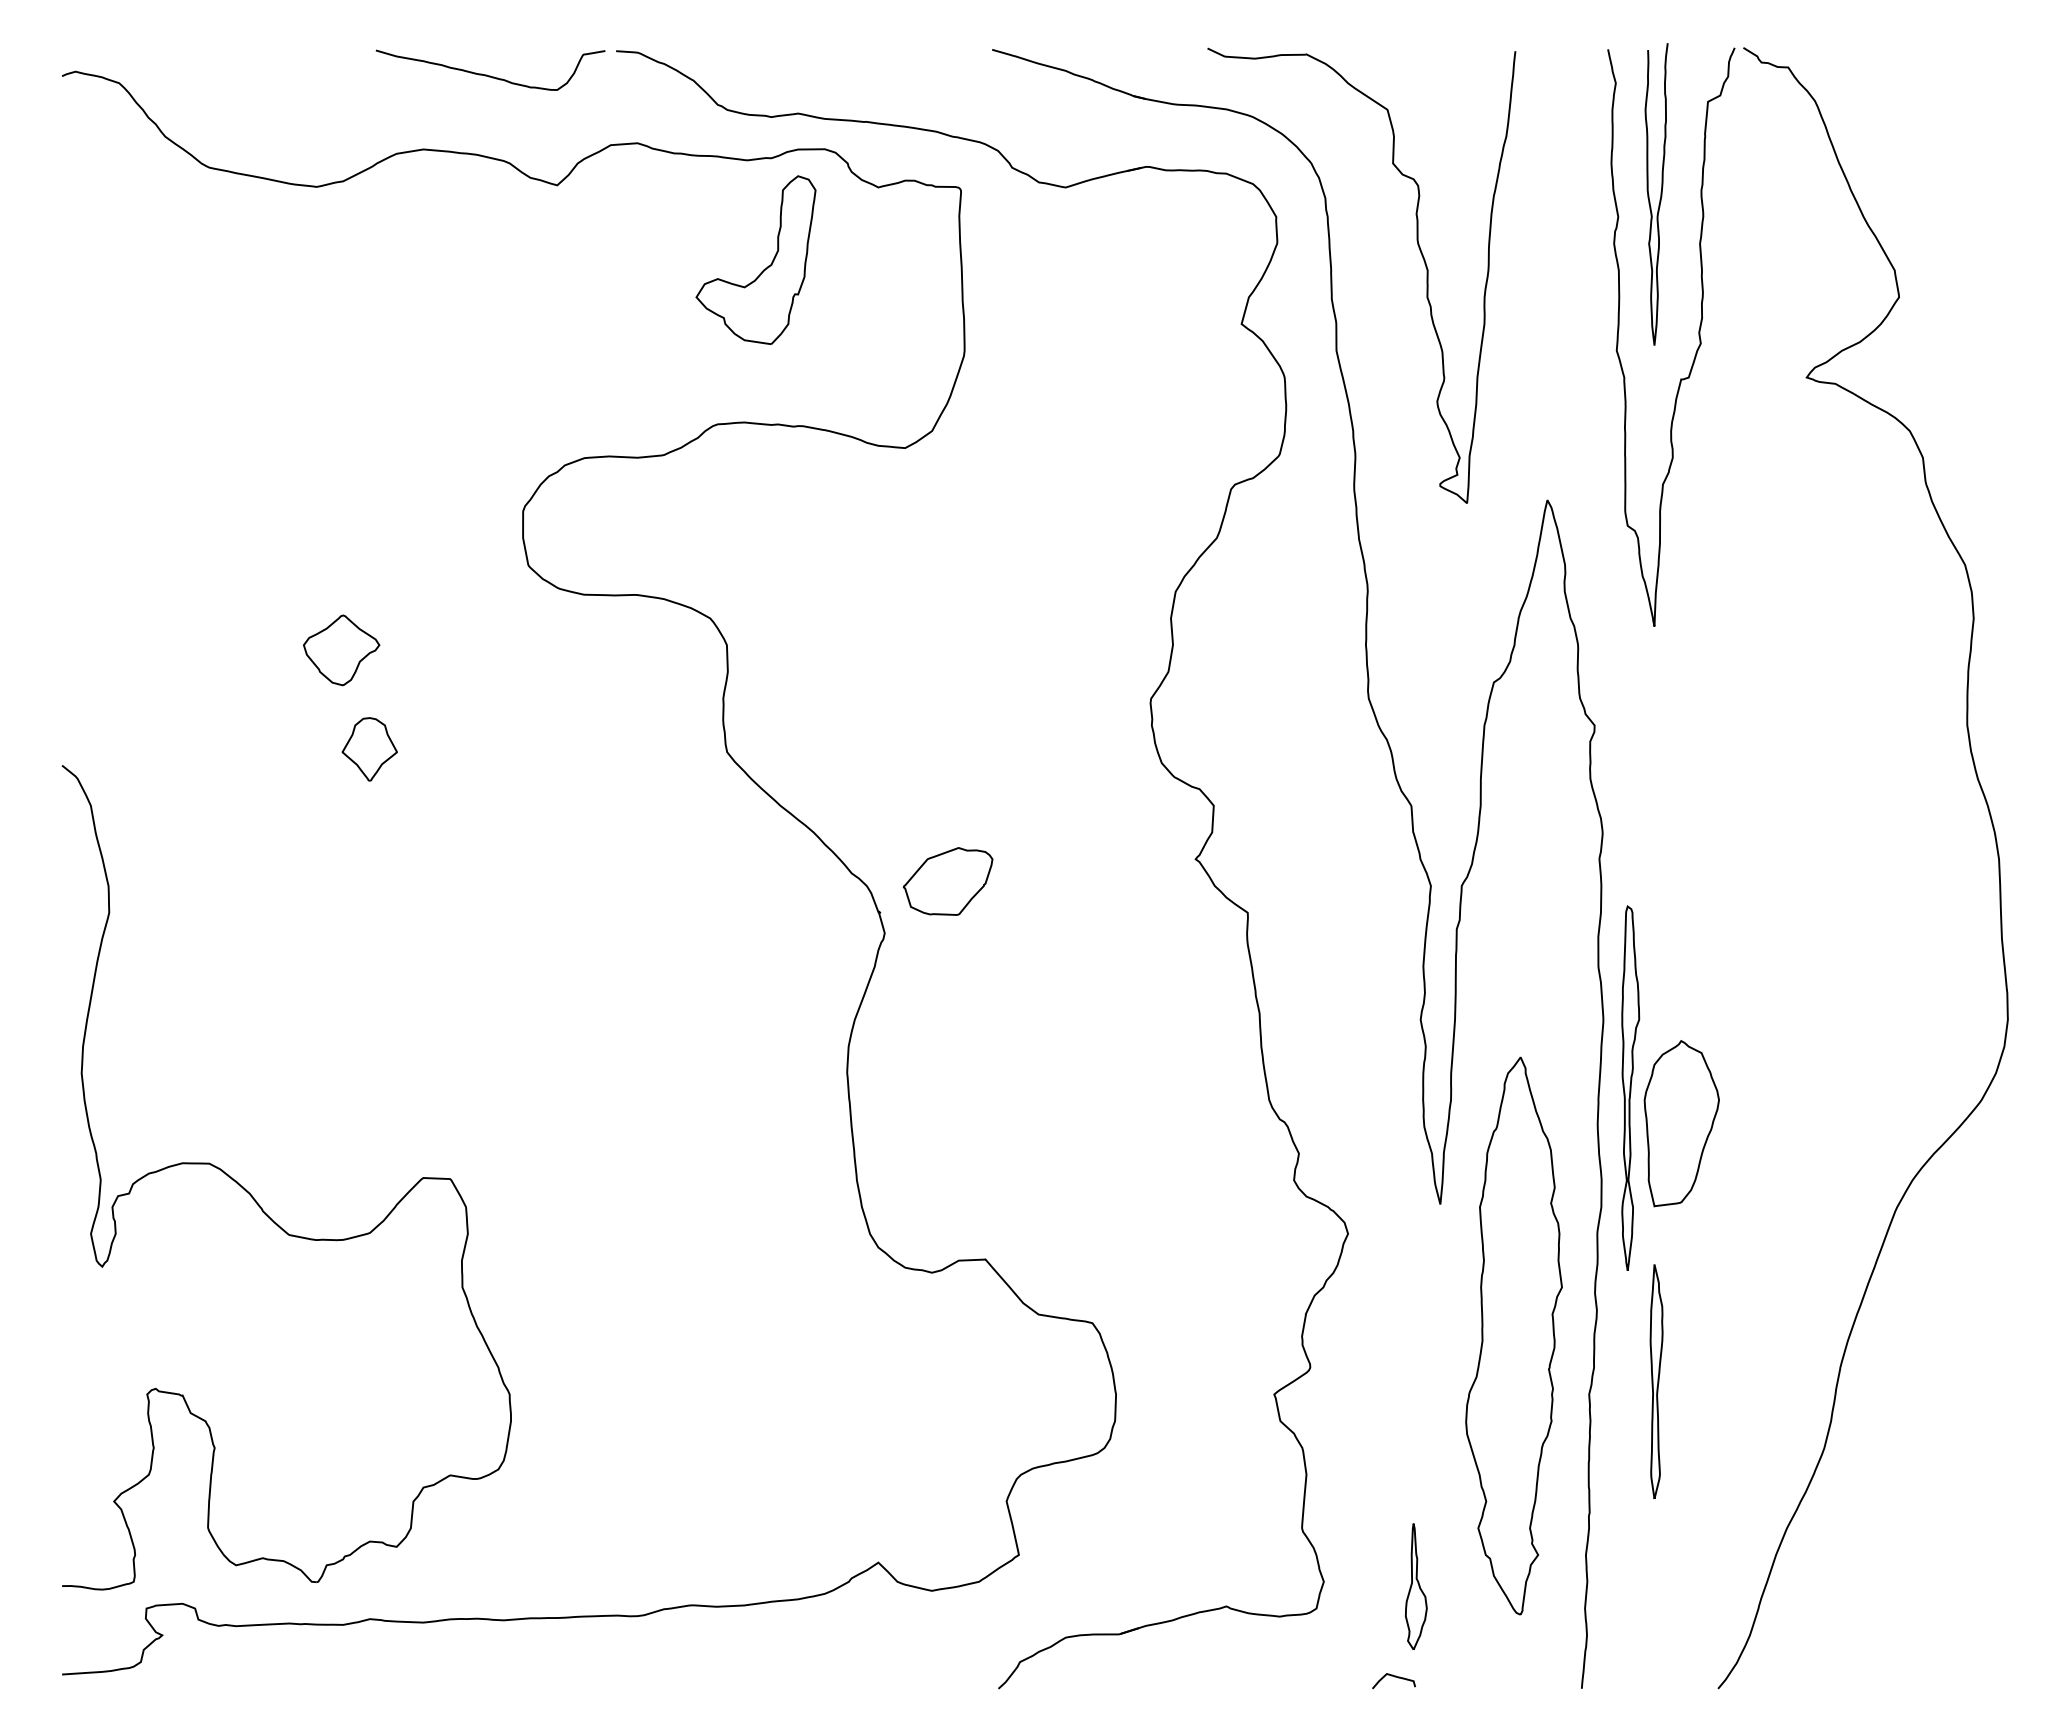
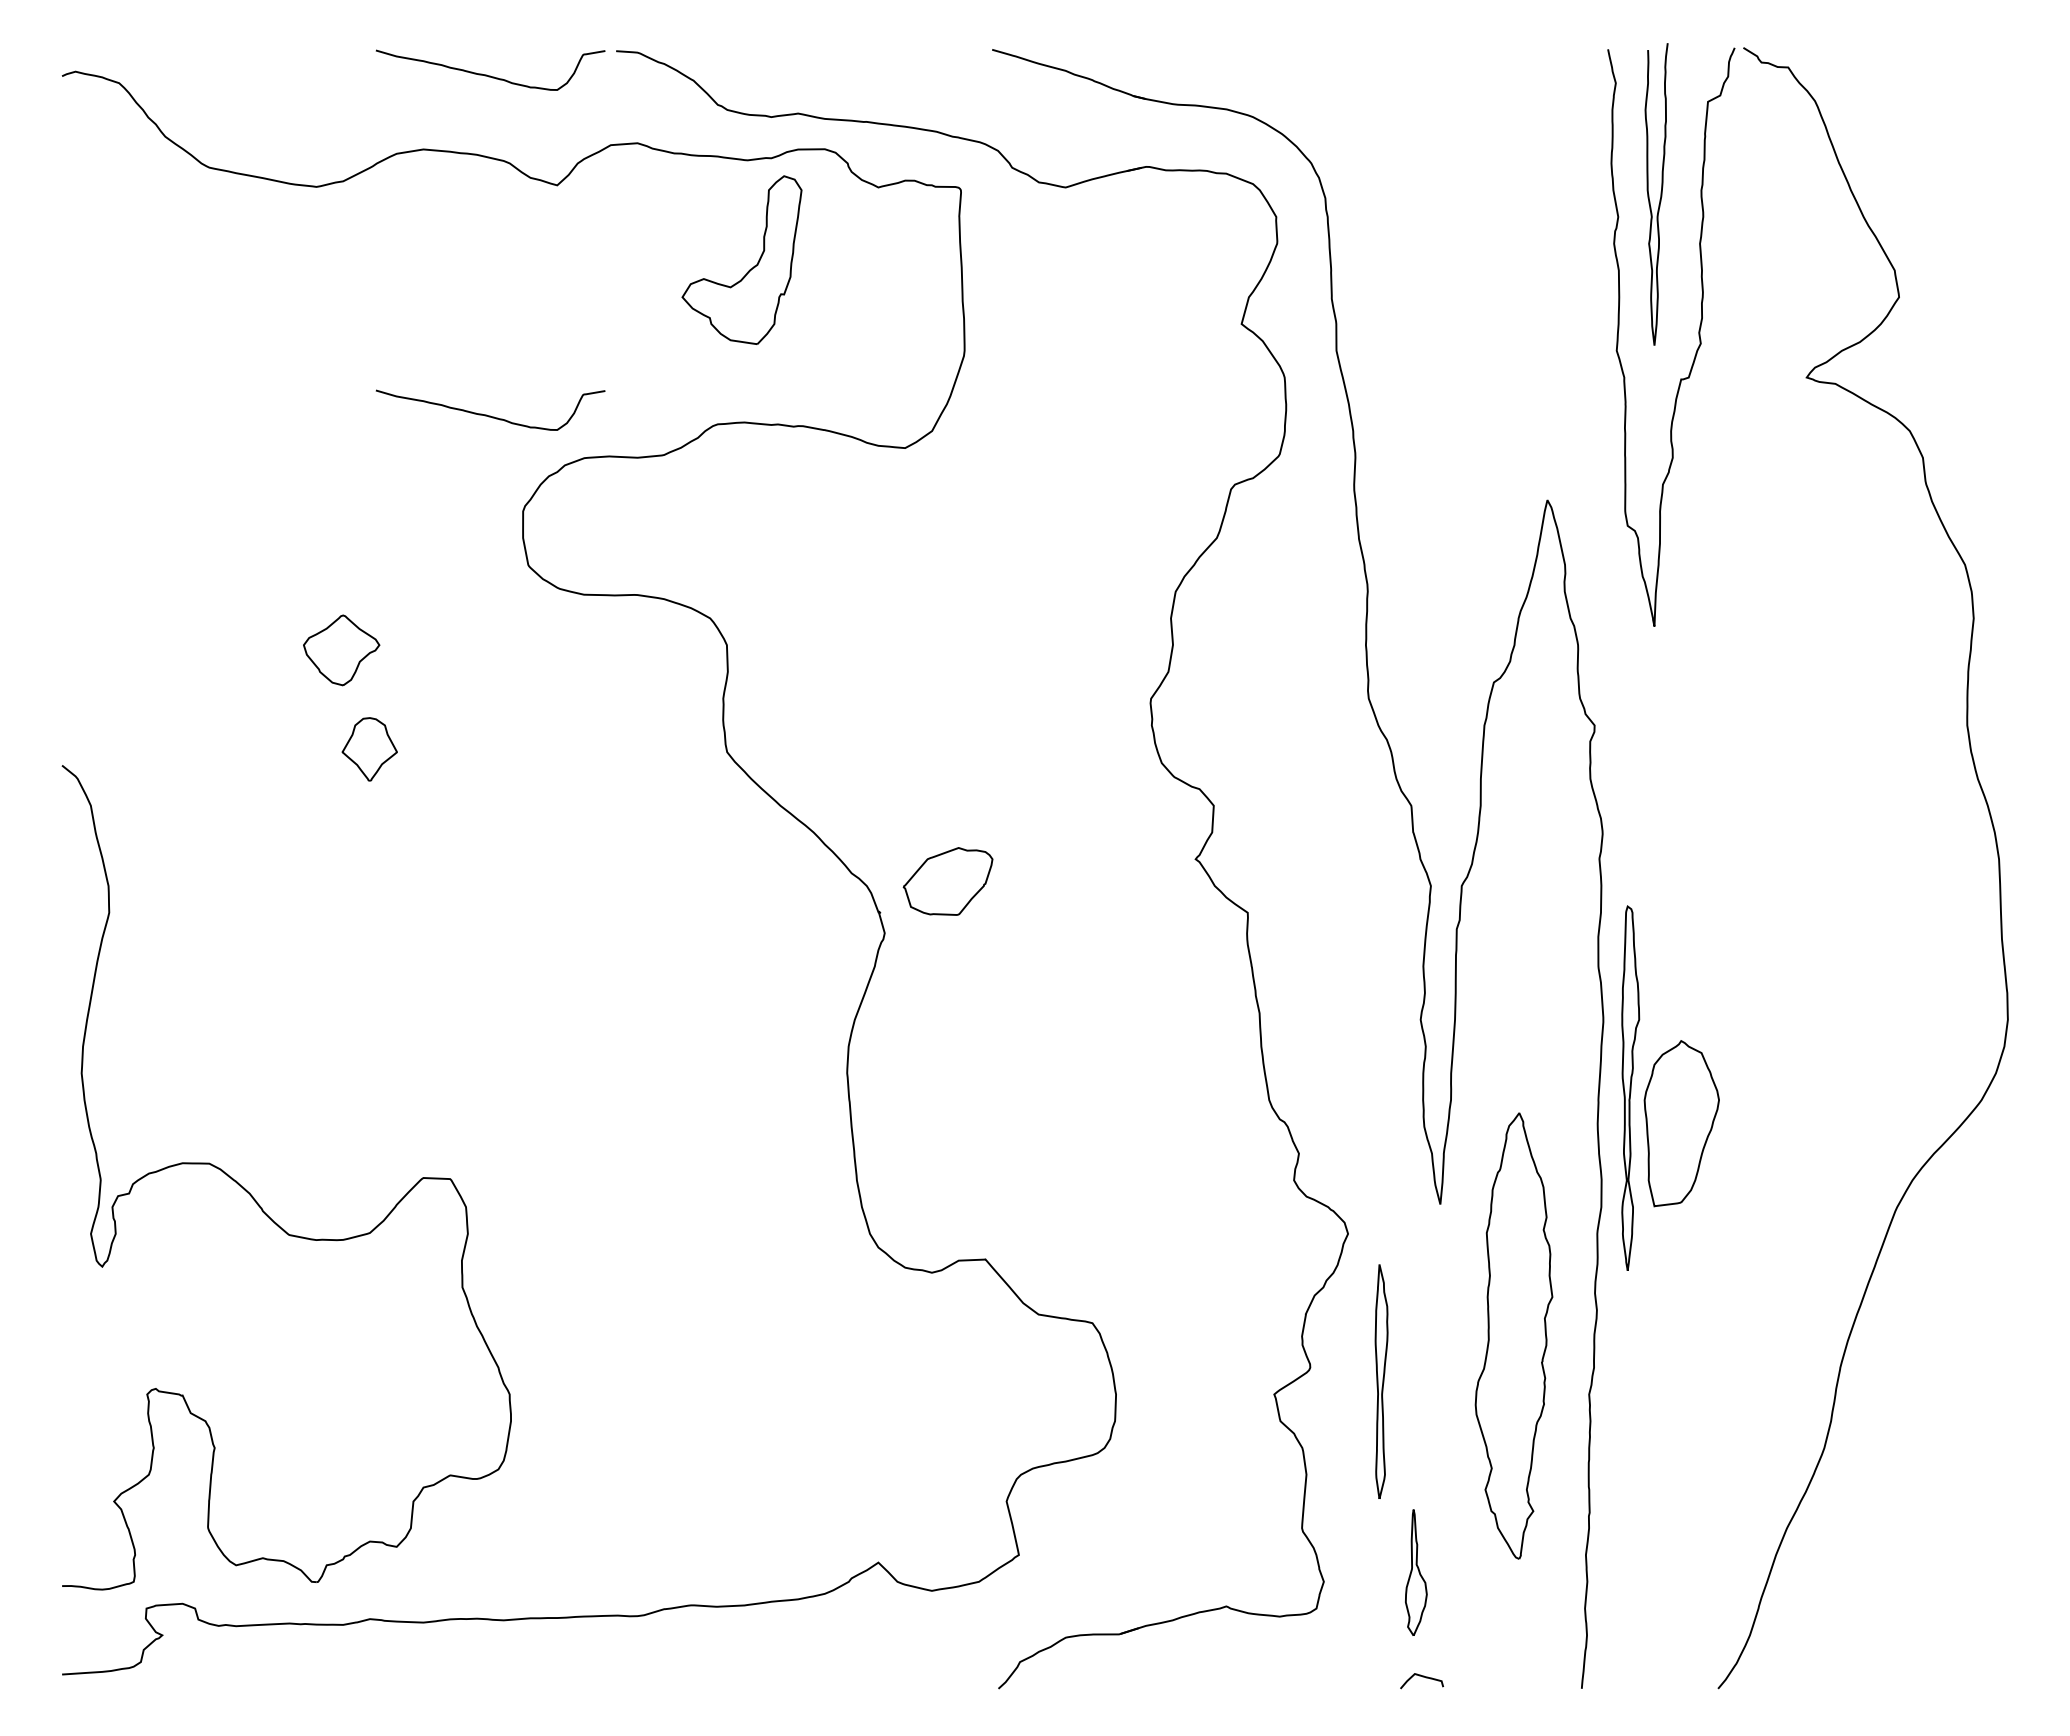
curve at (1420, 253): present -> none
part at (764, 268) position: (764, 268) -> (750, 268)
curve at (490, 415): none -> present
part at (1513, 1335) size: 98x560 px -> 80x448 px
part at (1656, 1381) position: (1656, 1381) -> (1381, 1381)
part at (1416, 1586) position: (1416, 1586) -> (1416, 1572)
curve at (1394, 1677) position: (1394, 1677) -> (1422, 1677)
